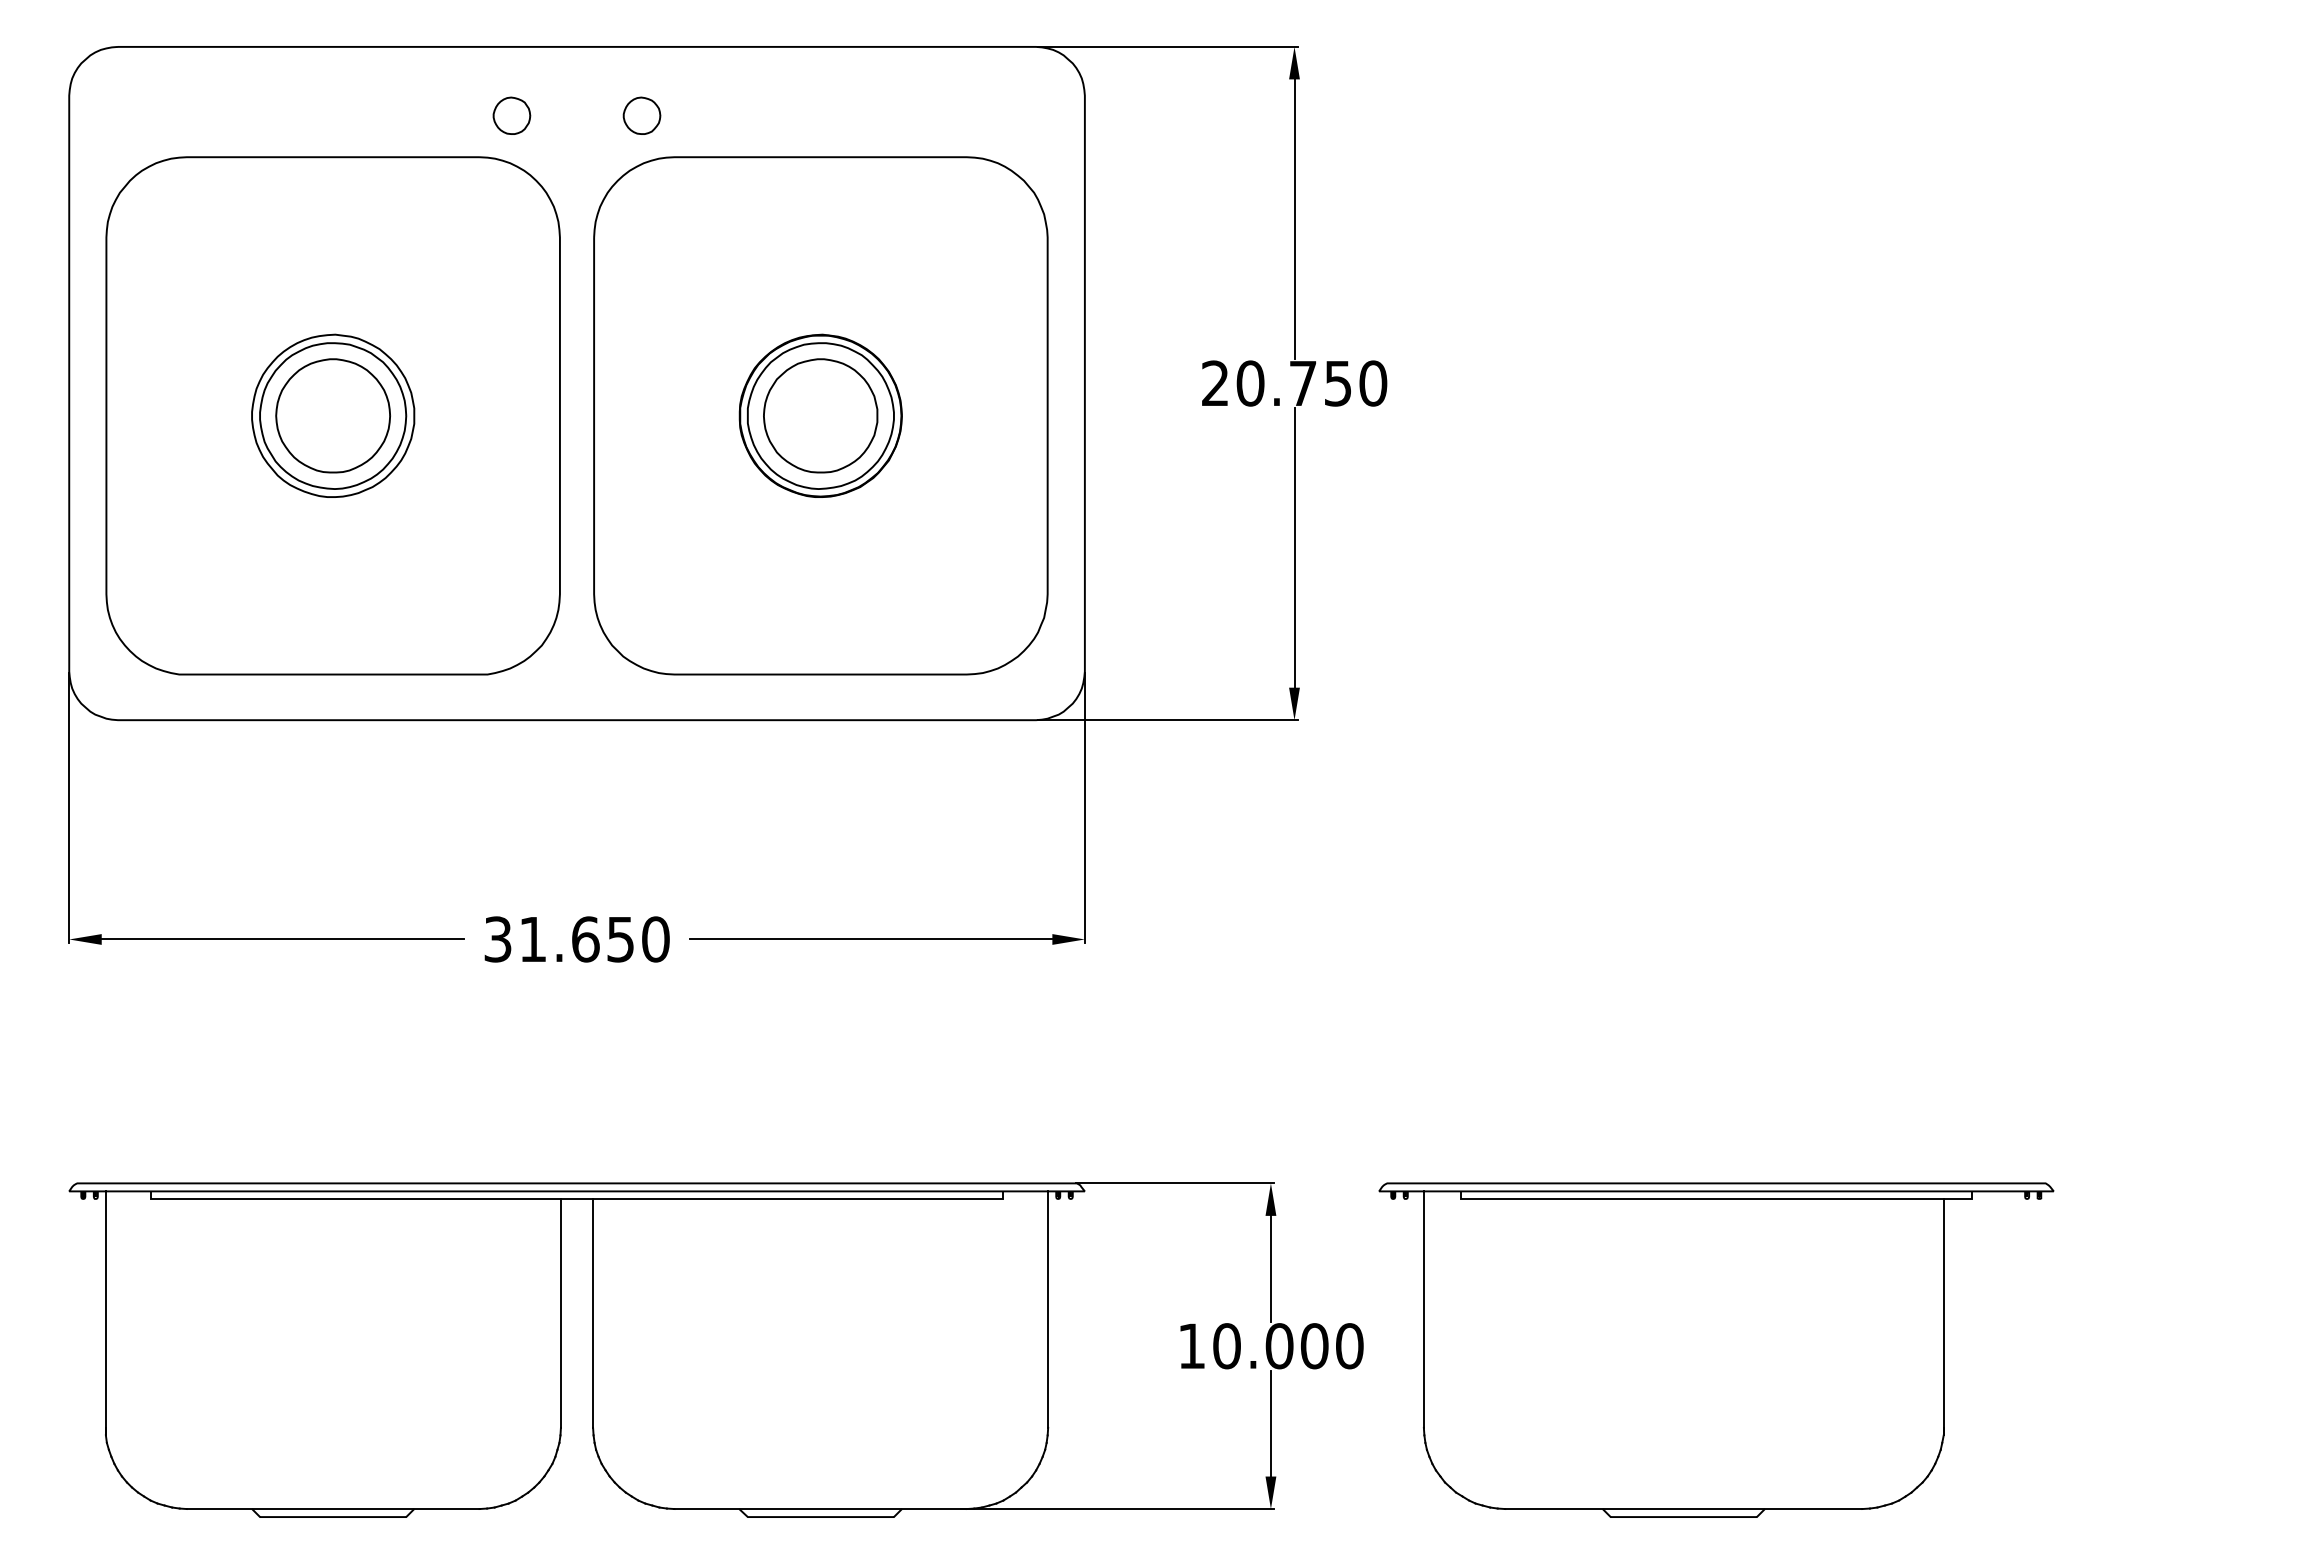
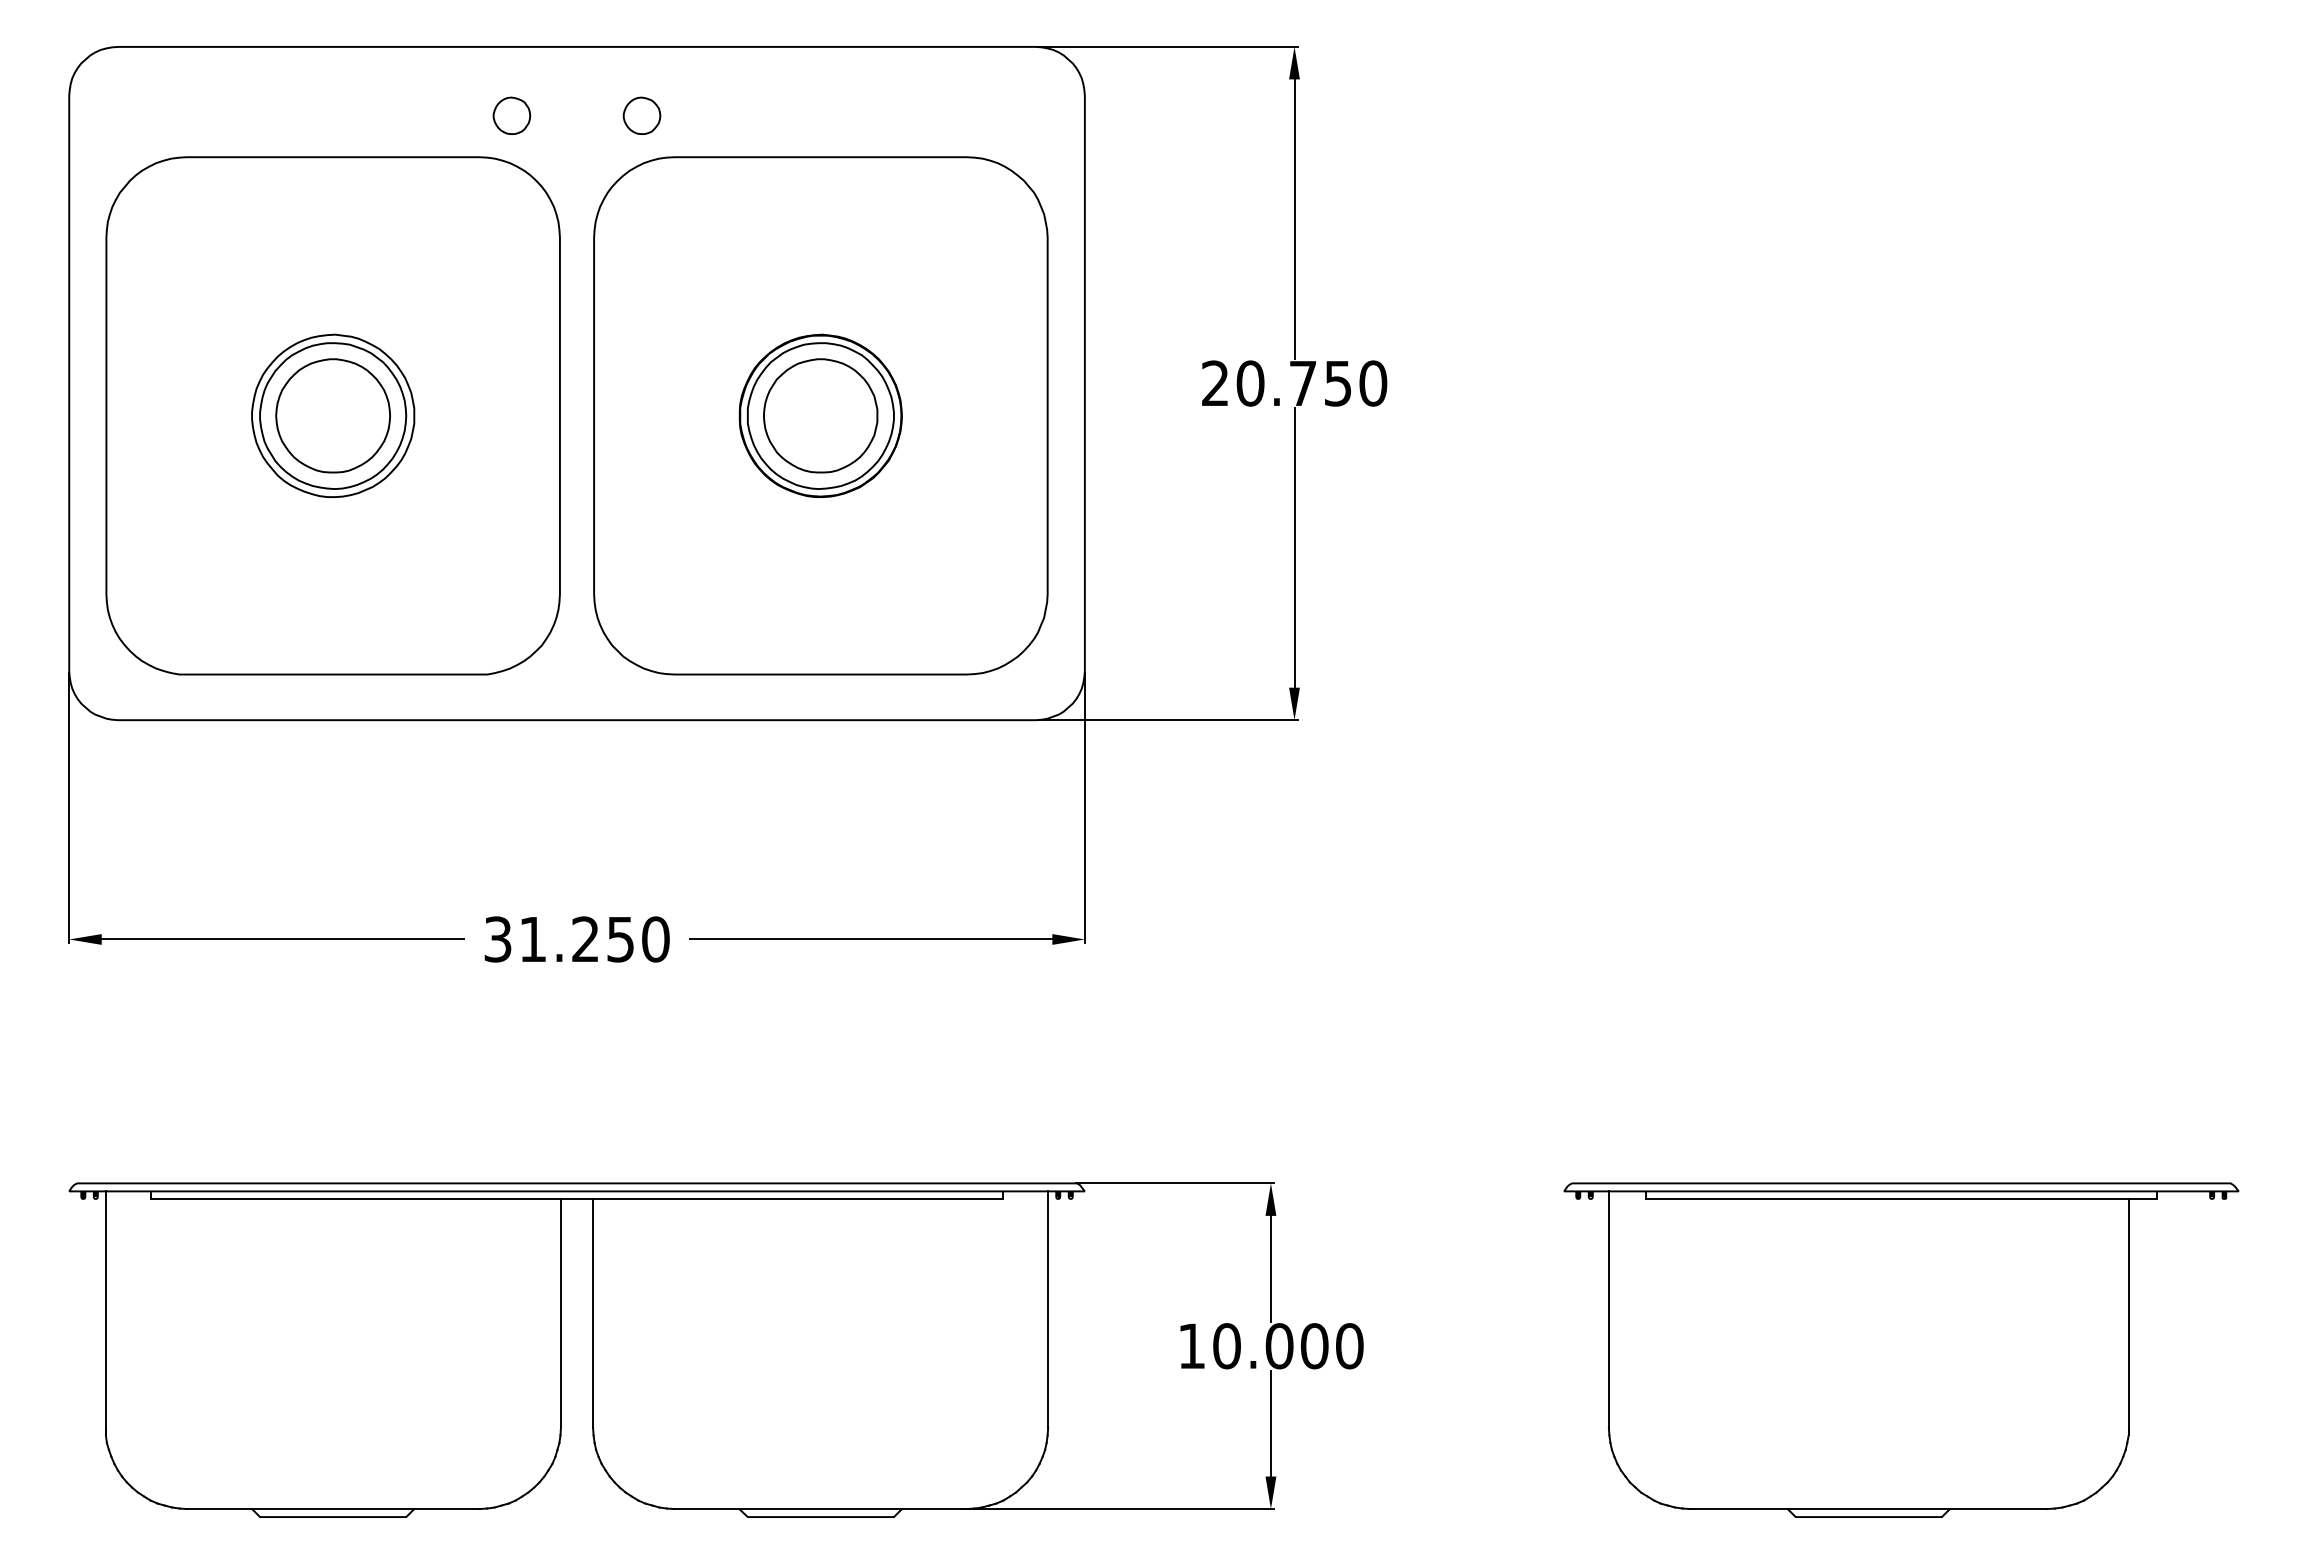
text at (585, 939): 31.650 -> 31.250
part at (1716, 1349) position: (1716, 1349) -> (1901, 1349)
